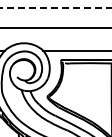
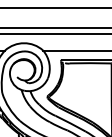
line at (55, 8): dashed -> solid
line at (55, 33): none -> present
